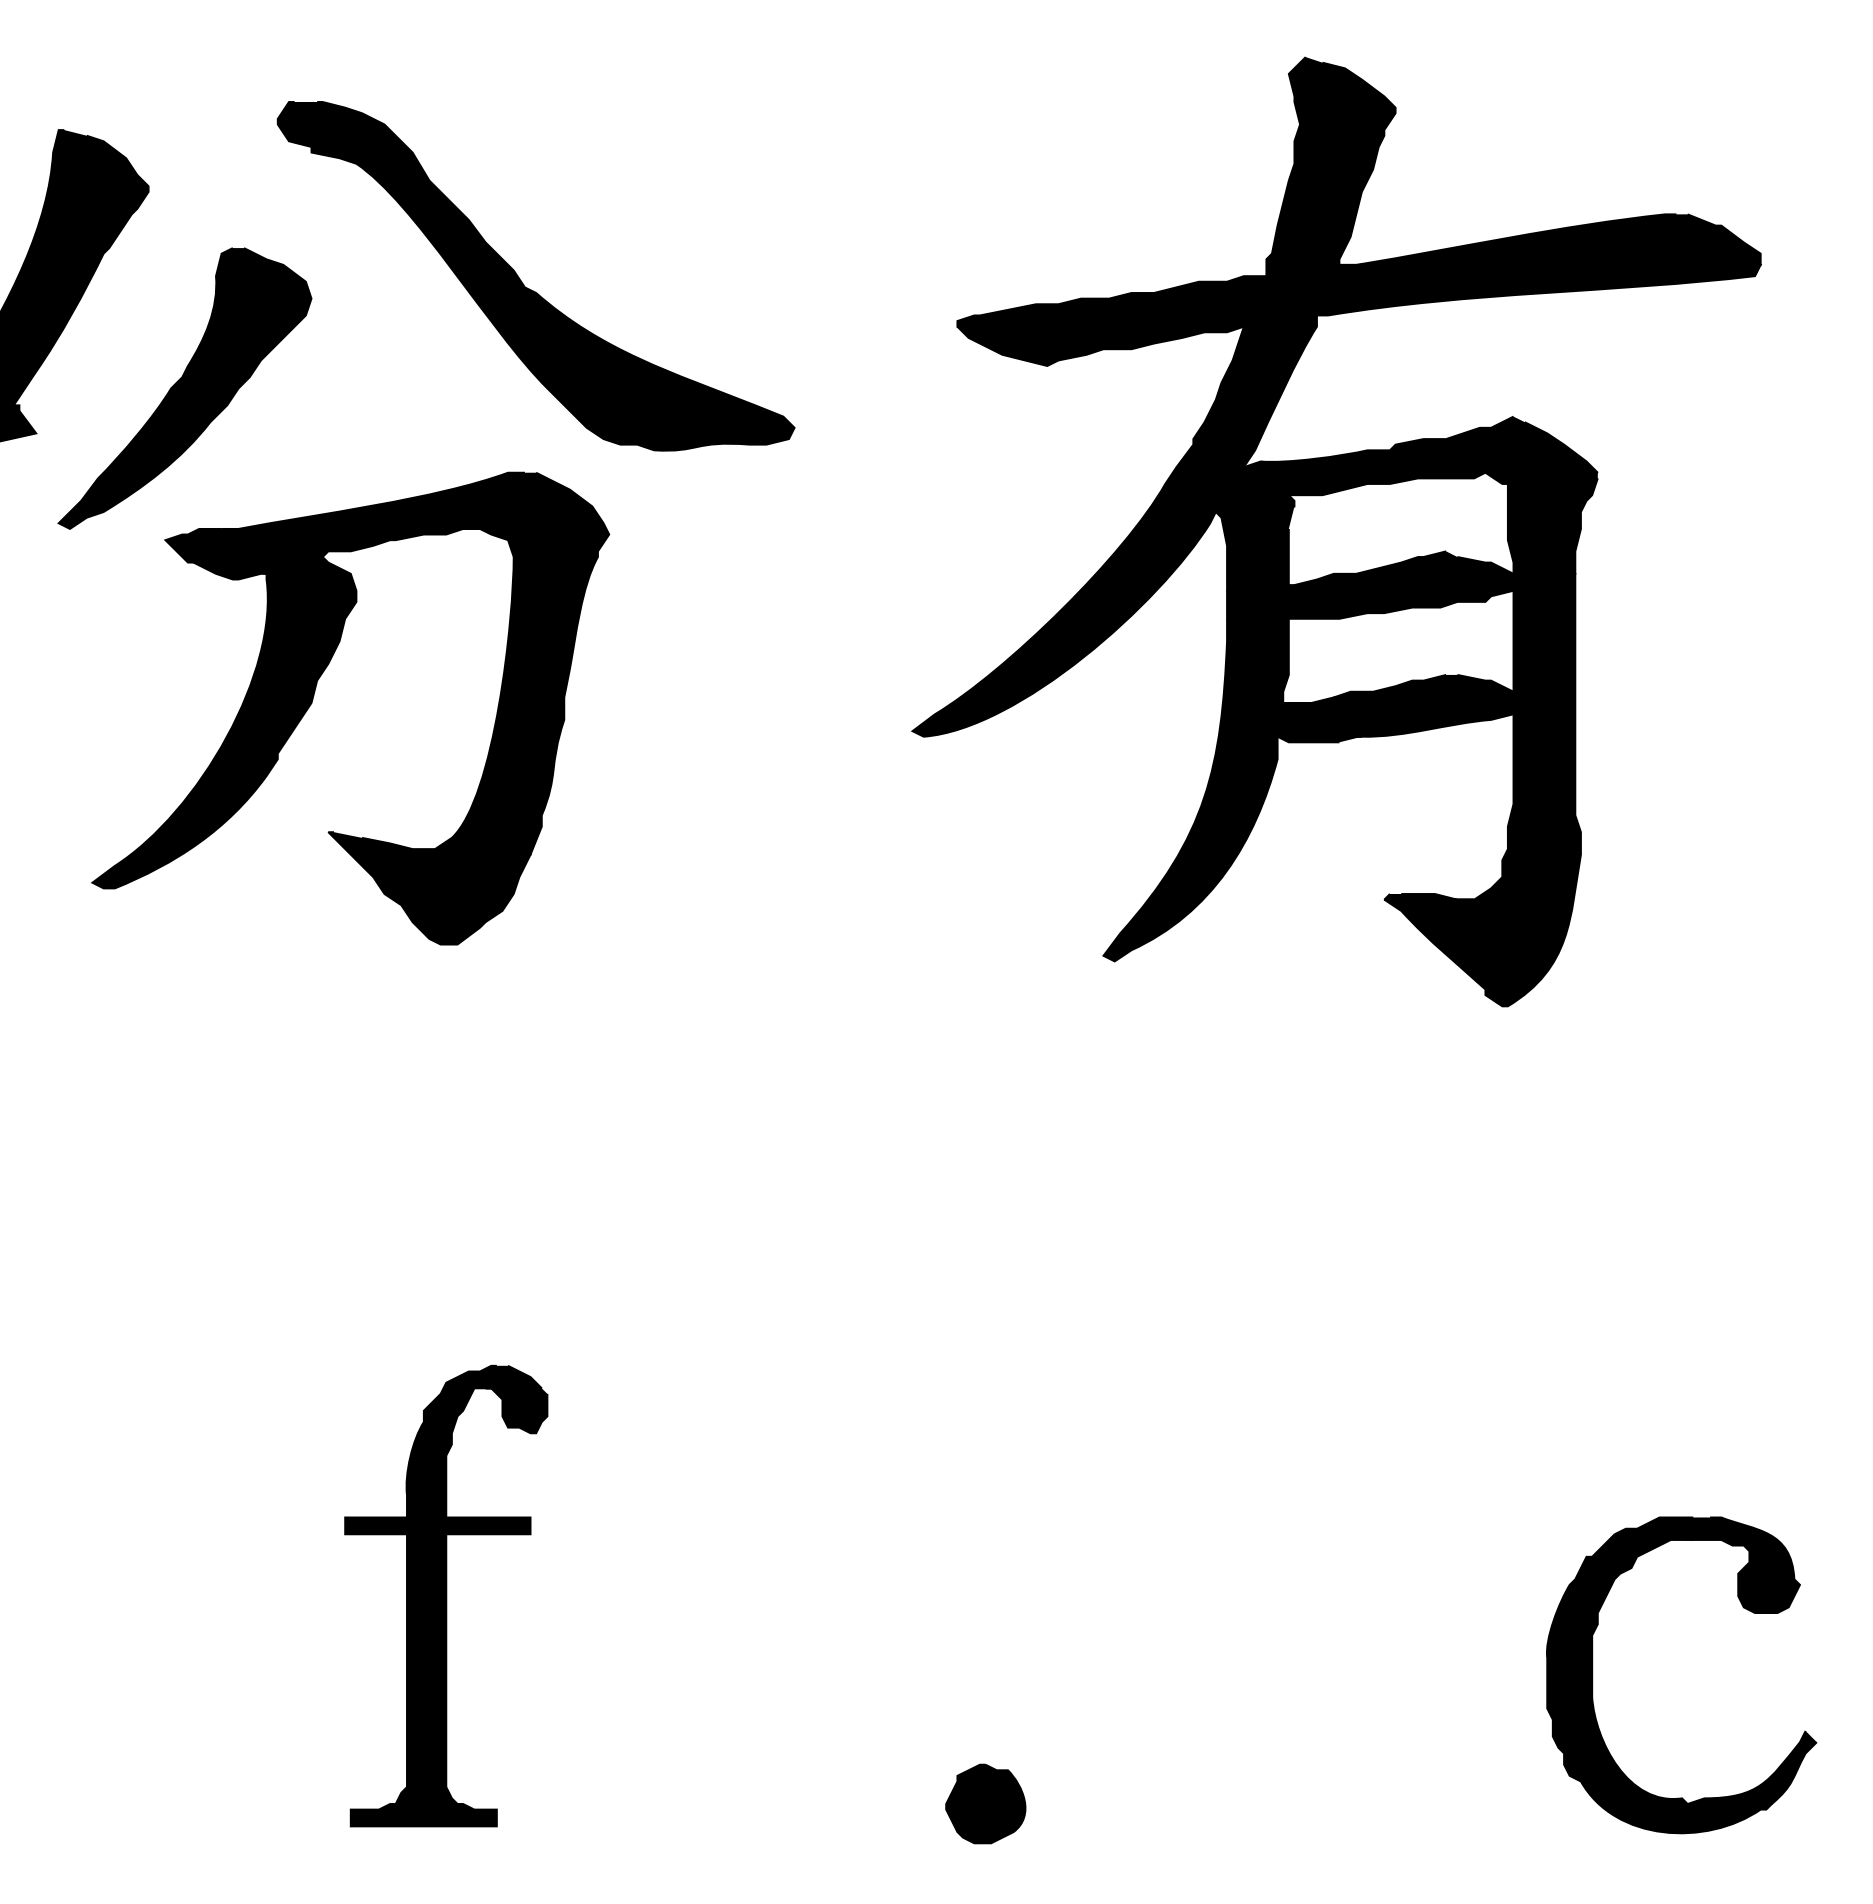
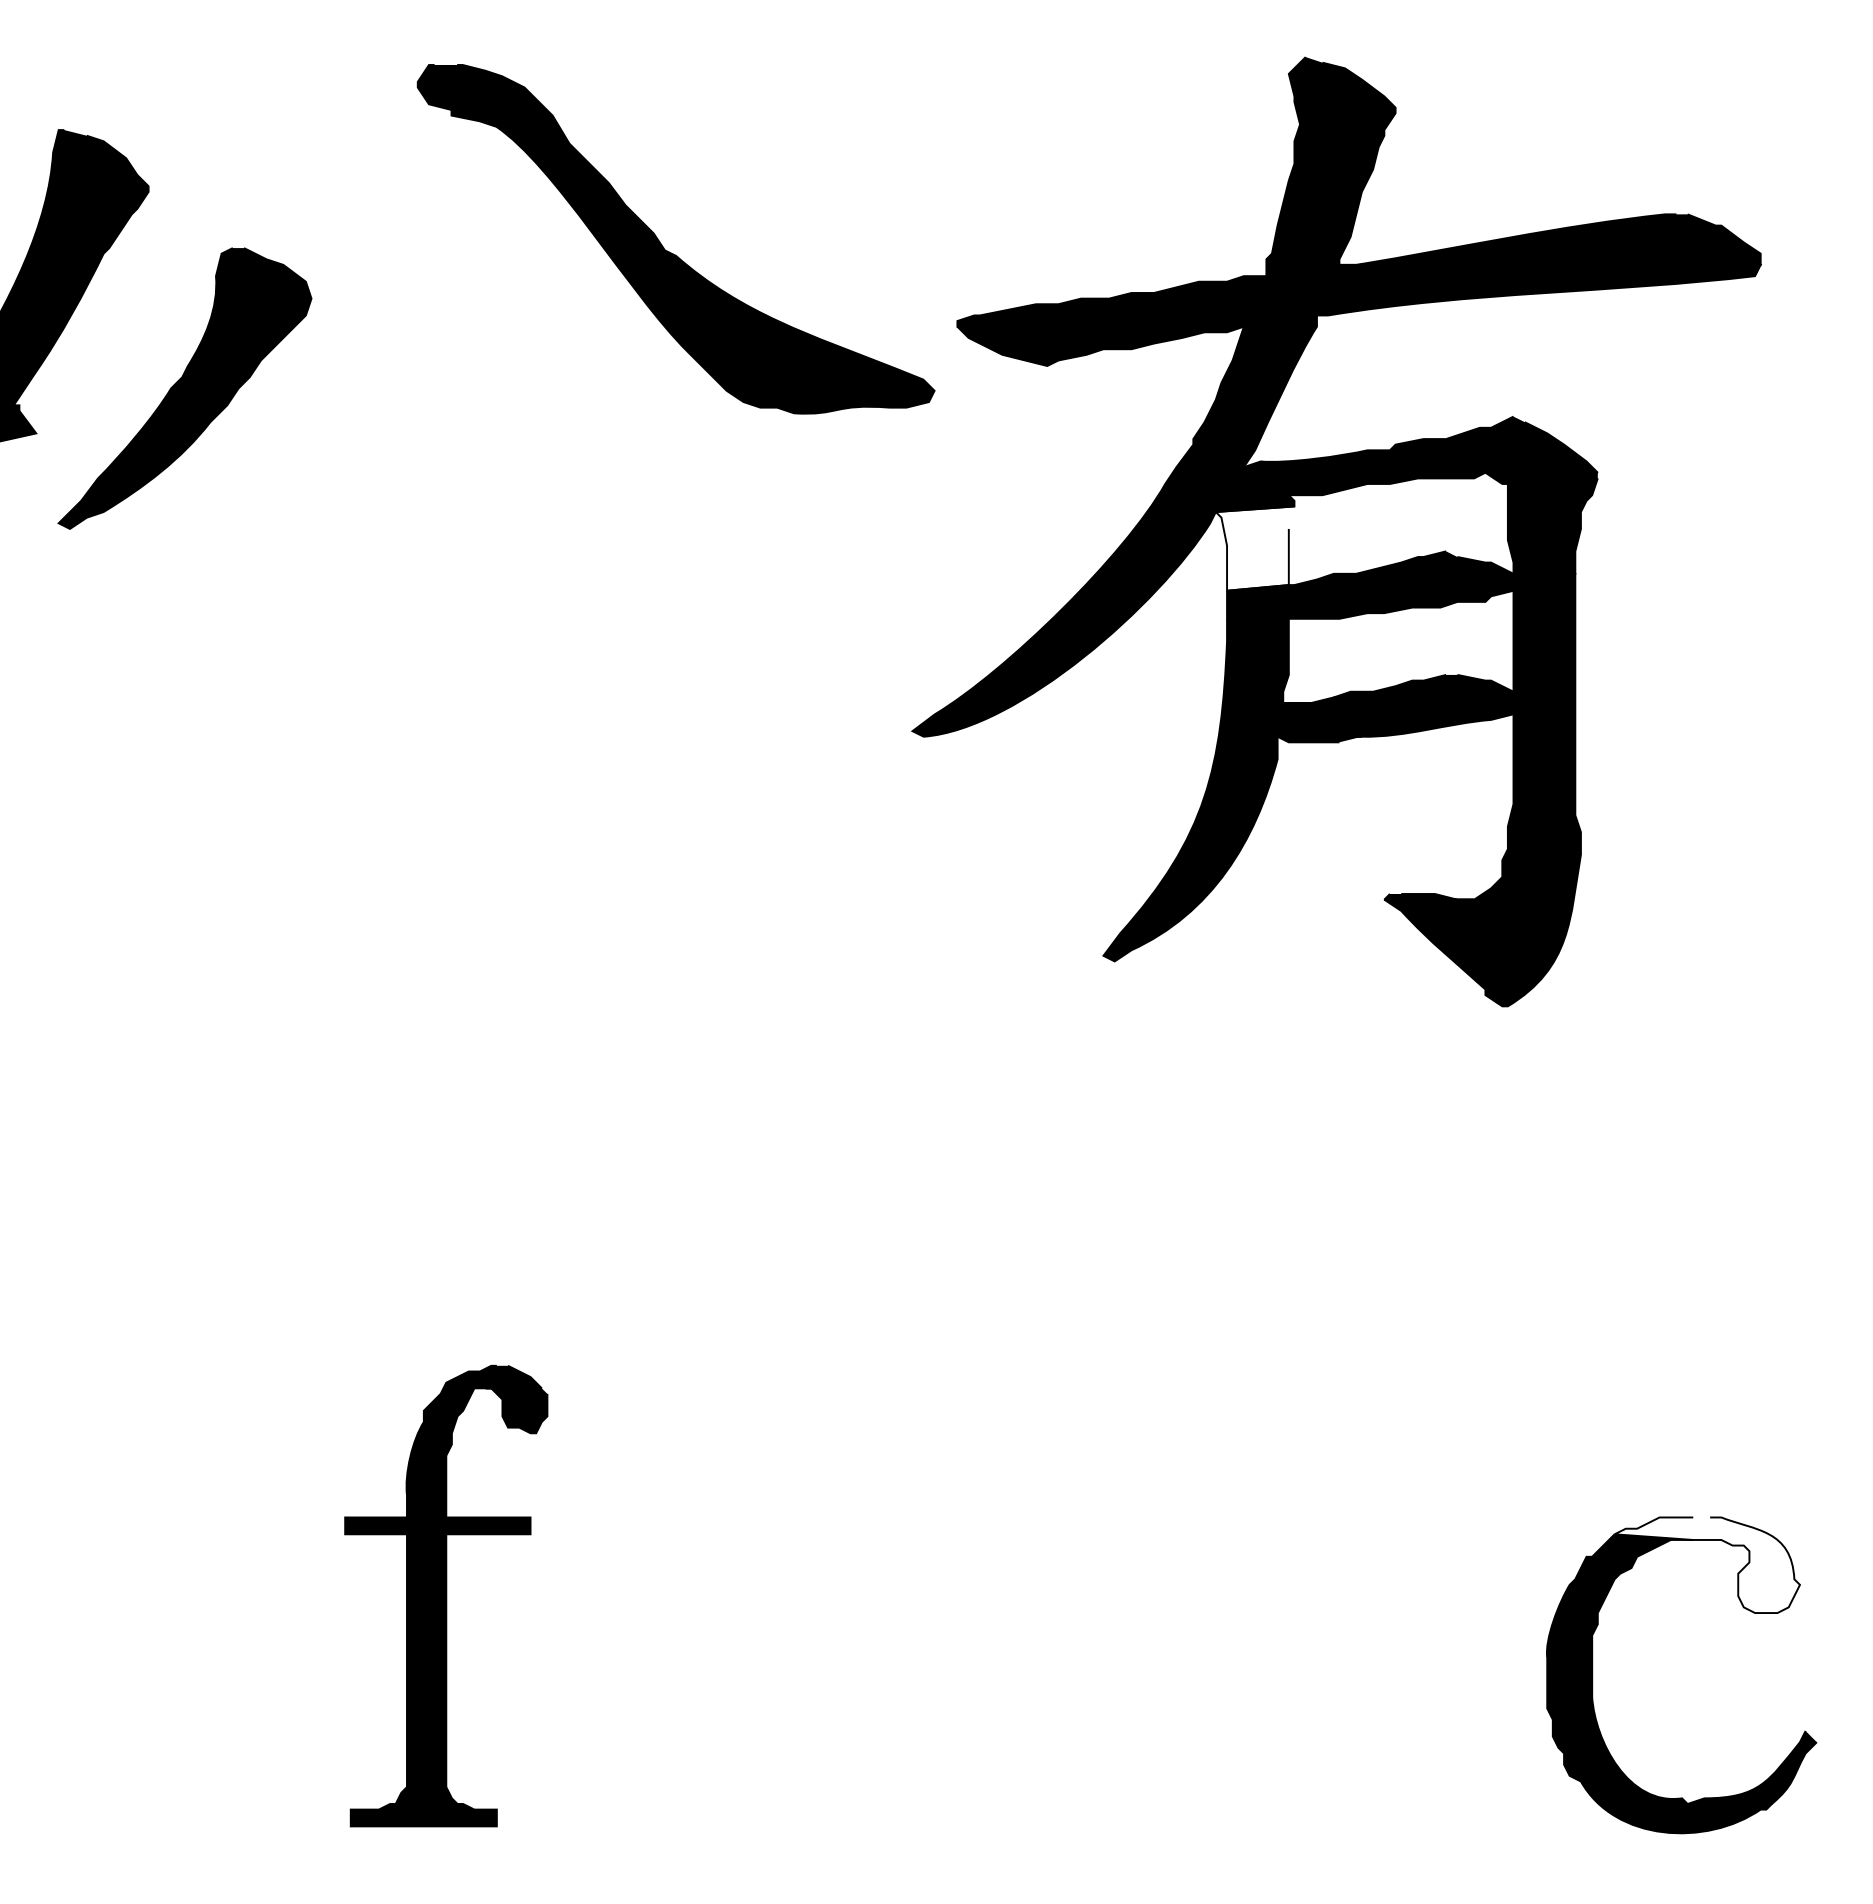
part at (529, 288) position: (529, 288) -> (669, 251)
fill at (1254, 548): present -> none
part at (313, 700): present -> none
fill at (1706, 1565): present -> none
part at (985, 1803): present -> none
